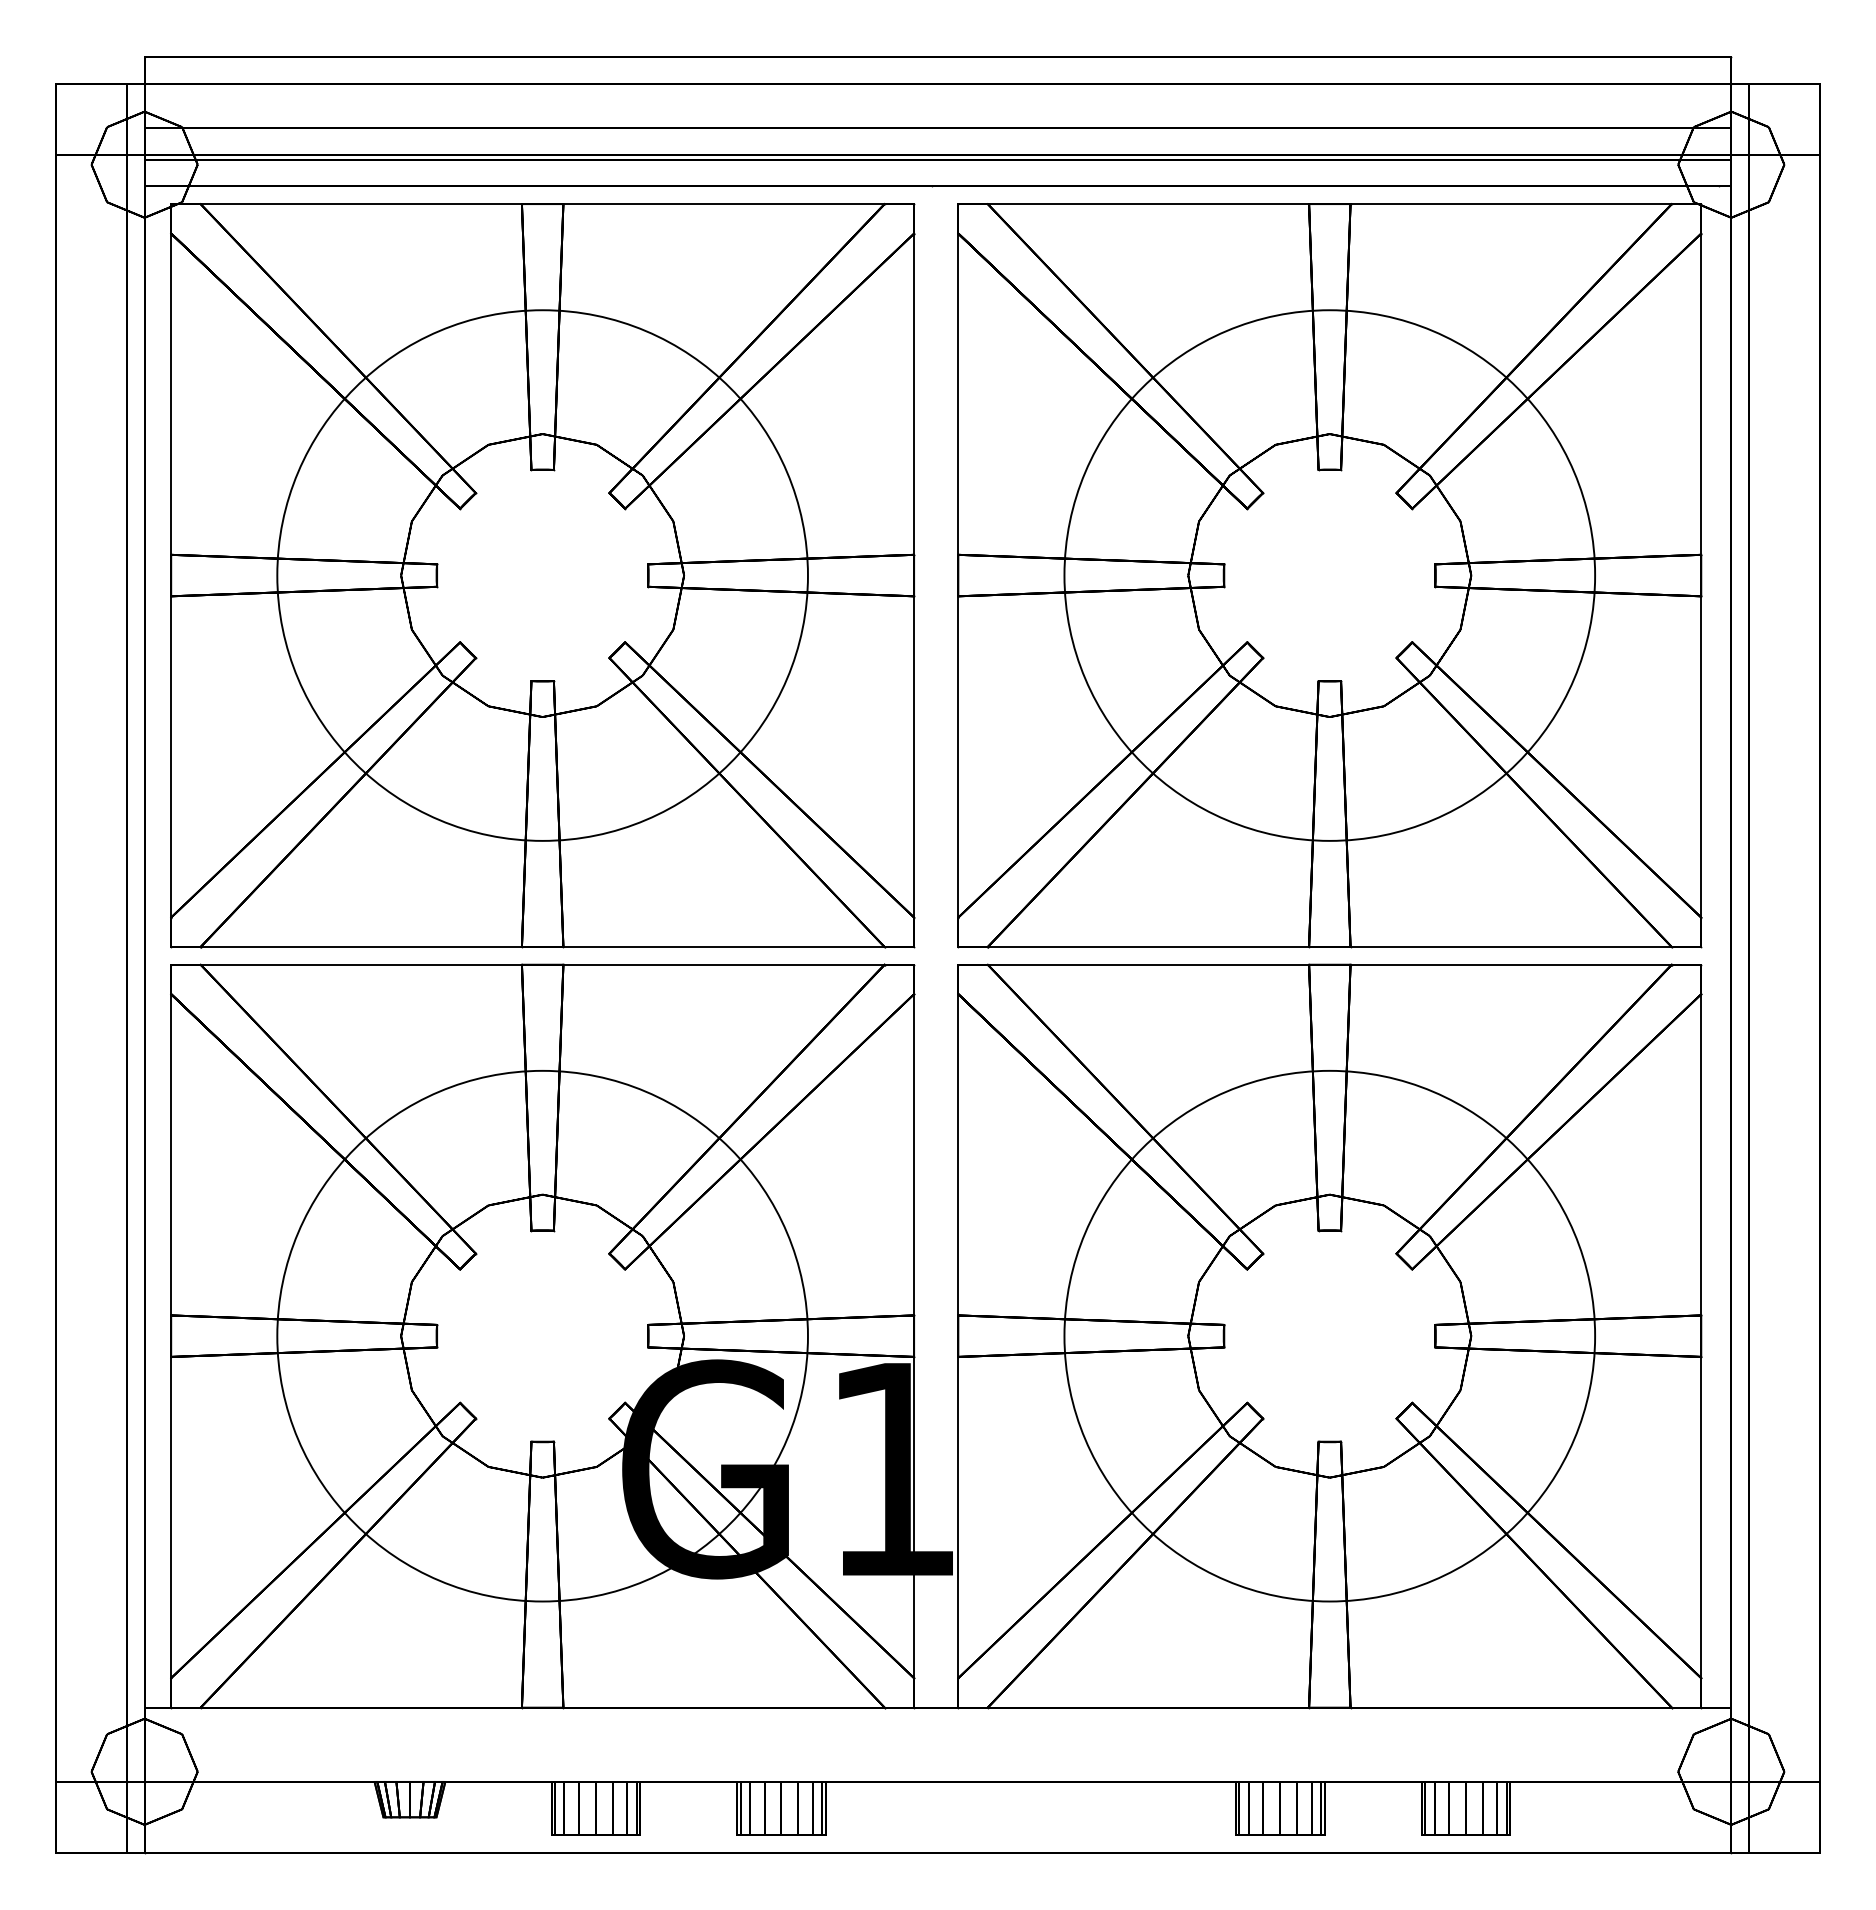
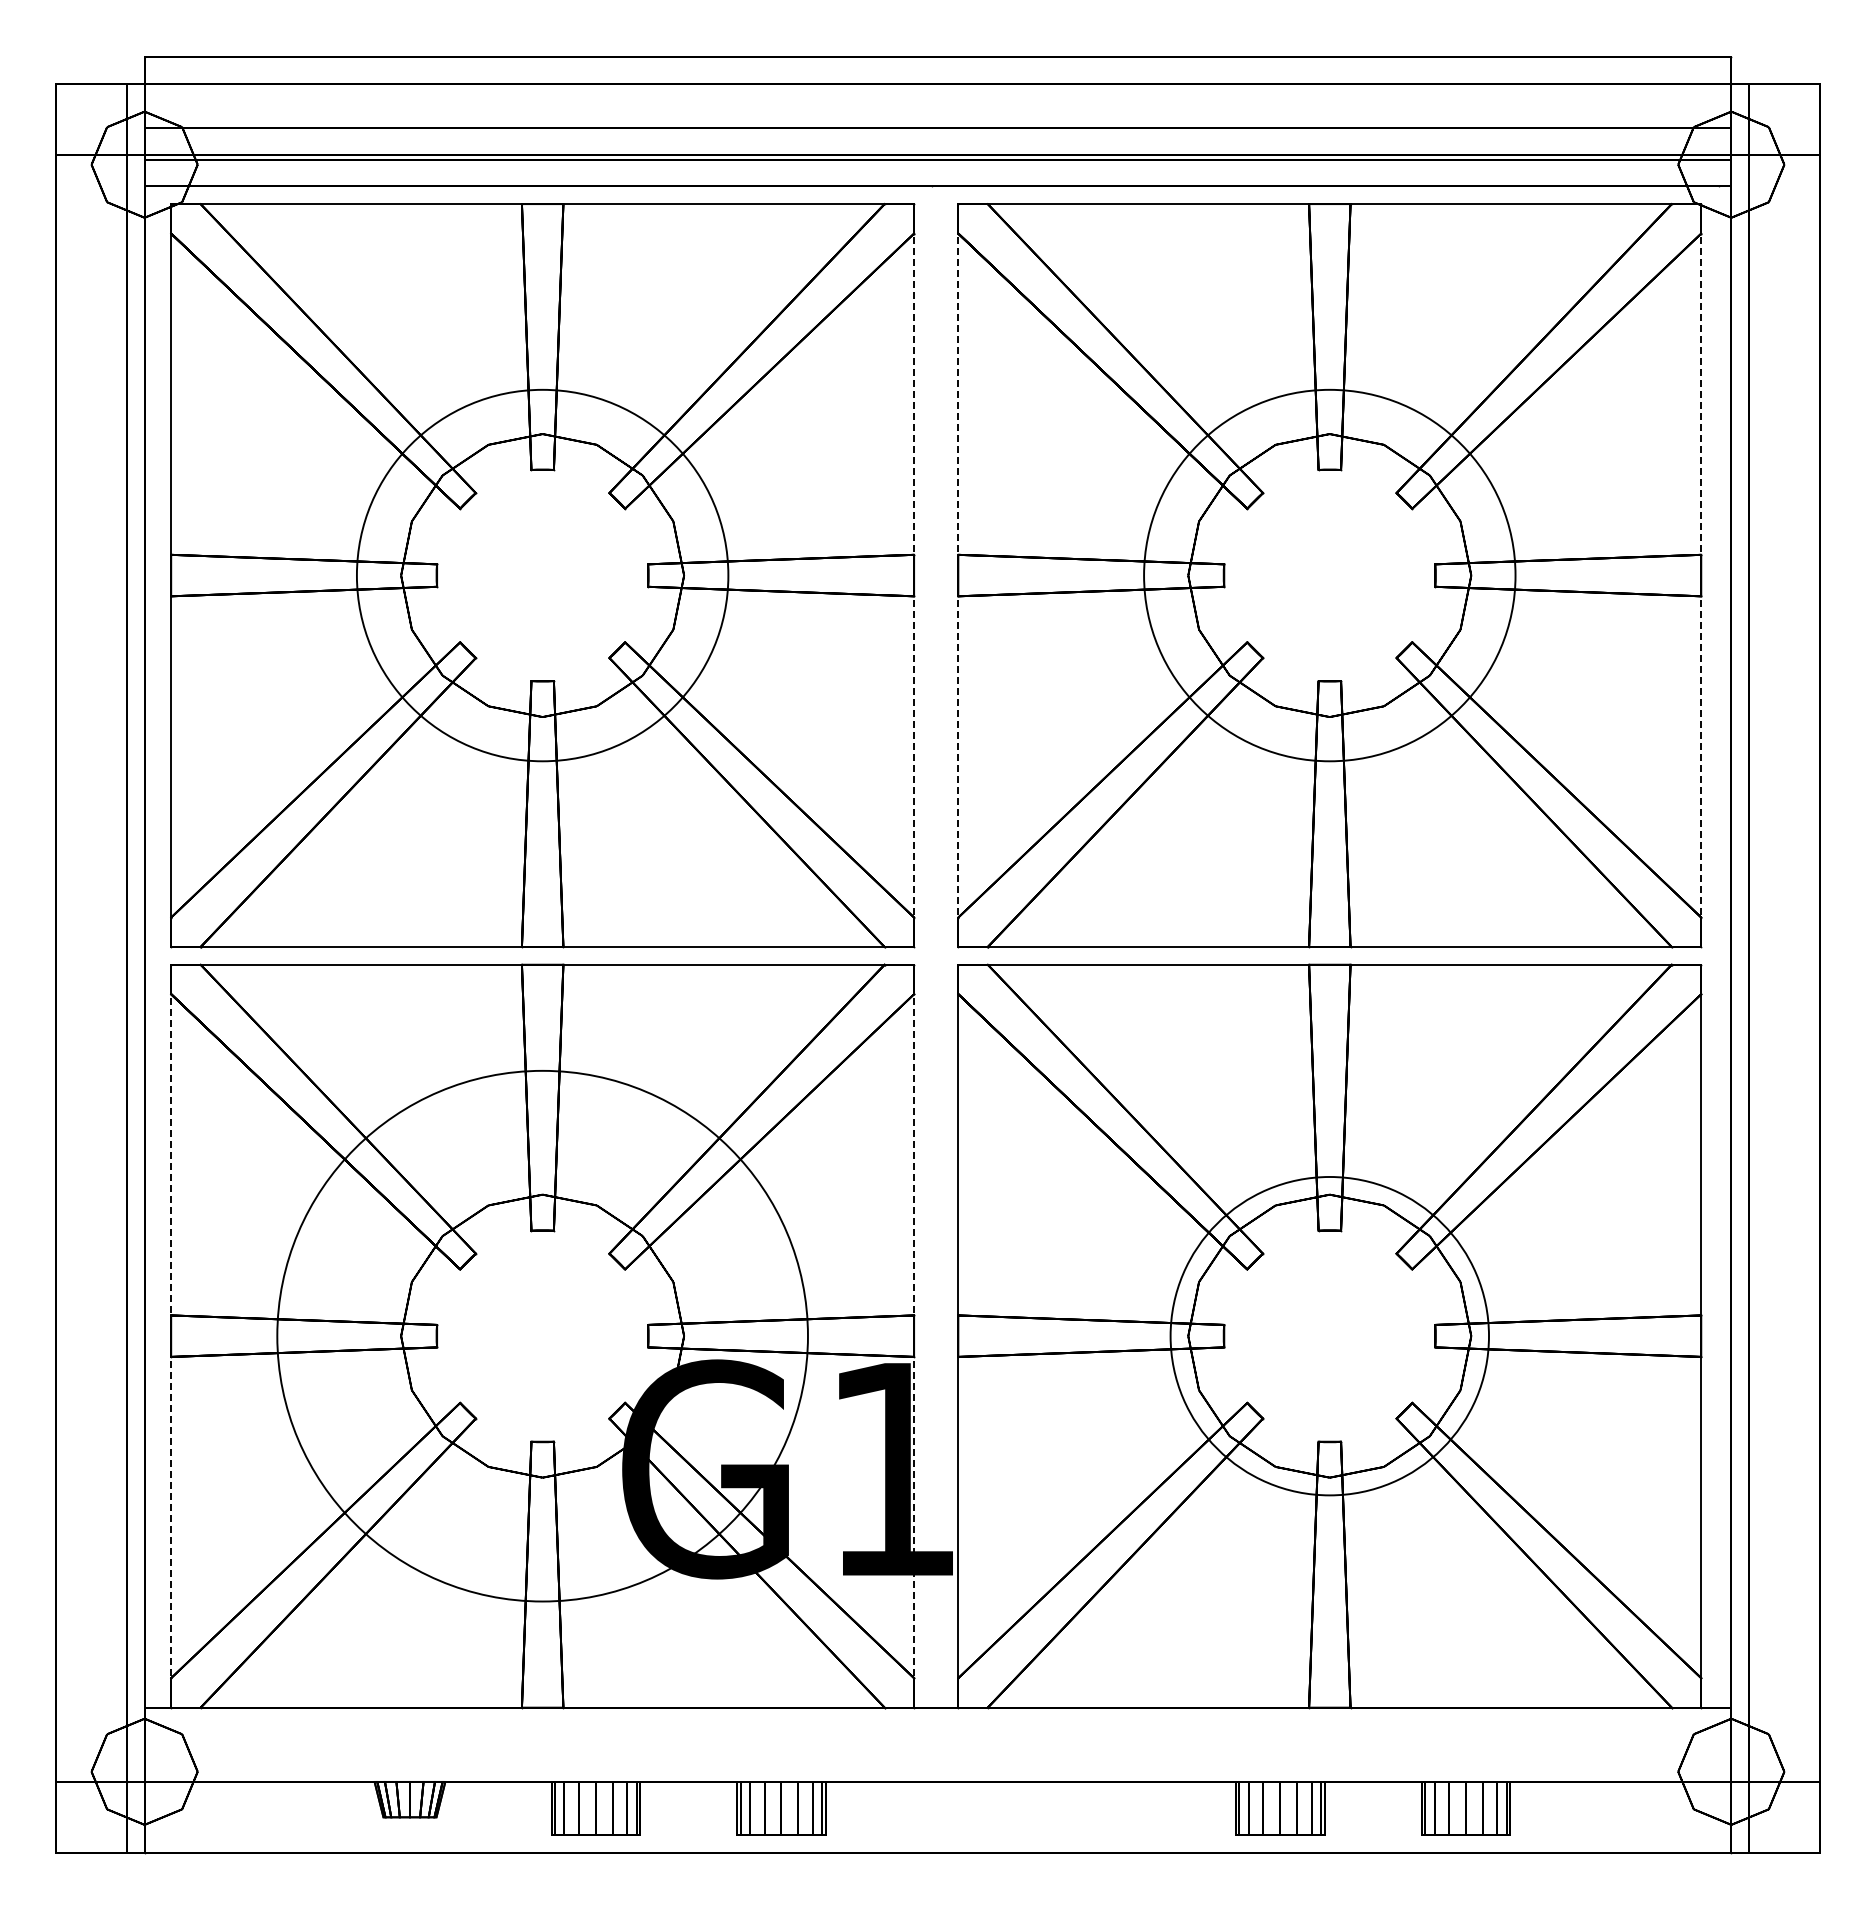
circle at (542, 575) diameter: 531 px -> 371 px
circle at (1329, 575) diameter: 531 px -> 371 px
line at (914, 576): solid -> dashed
line at (958, 576): solid -> dashed
line at (1701, 576): solid -> dashed
circle at (1329, 1335) diameter: 531 px -> 318 px
line at (171, 1336): solid -> dashed
line at (914, 1336): solid -> dashed
